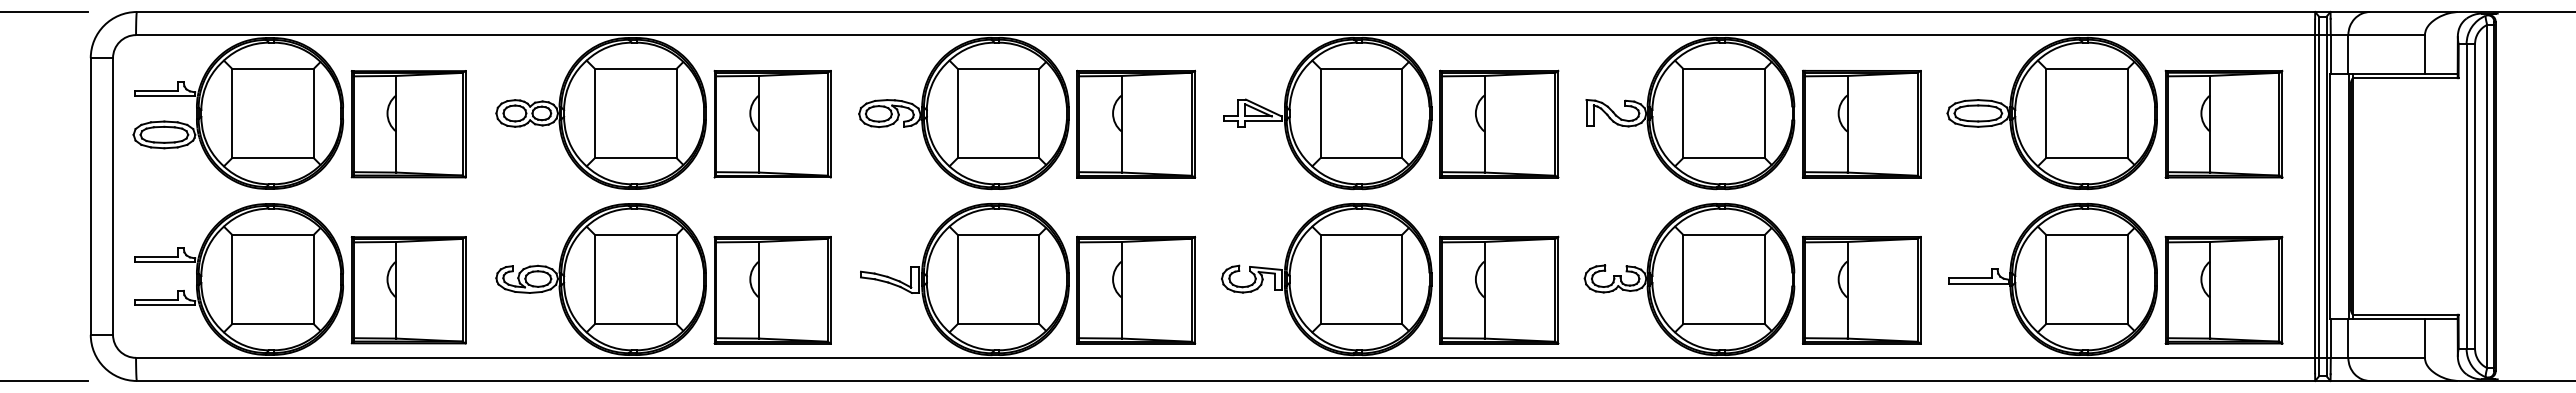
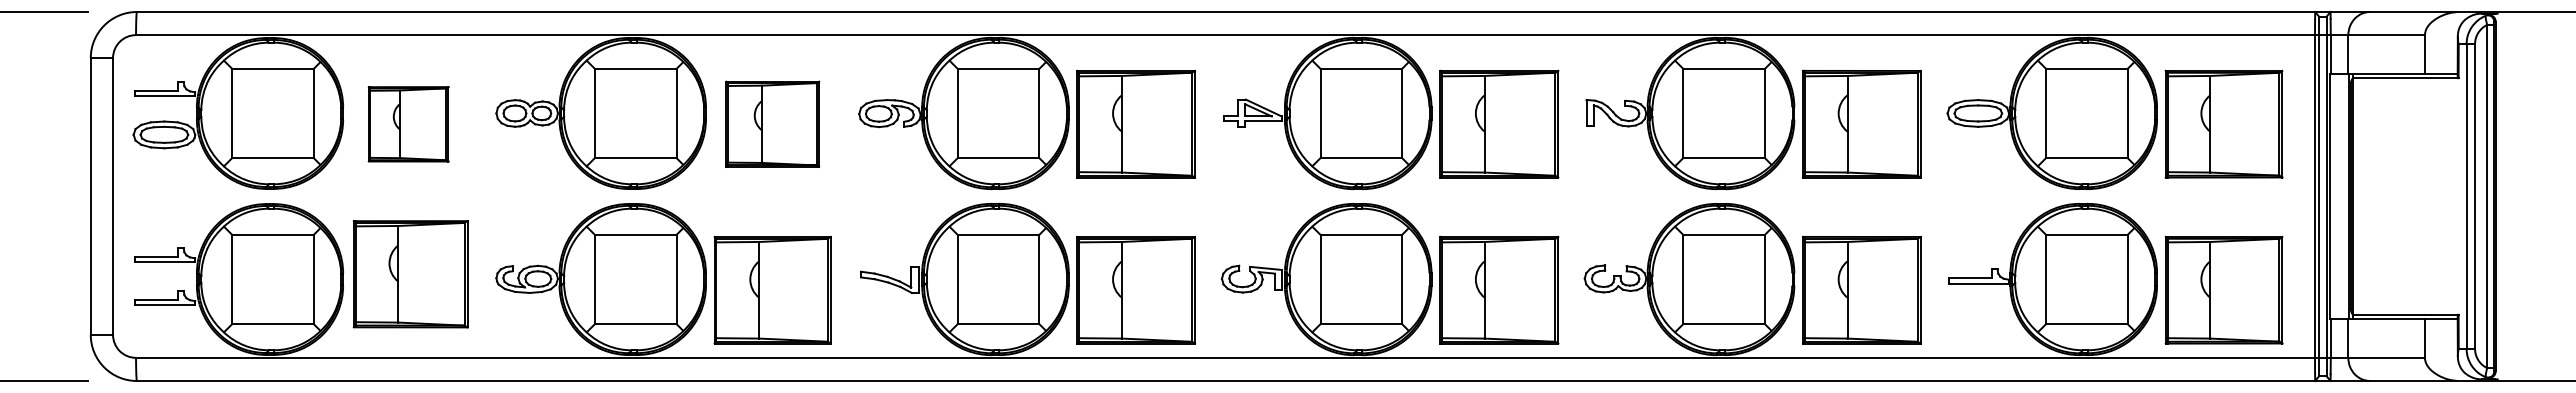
part at (408, 124) size: 117x109 px -> 83x77 px
part at (772, 124) size: 119x109 px -> 96x88 px
part at (408, 290) position: (408, 290) -> (410, 274)
